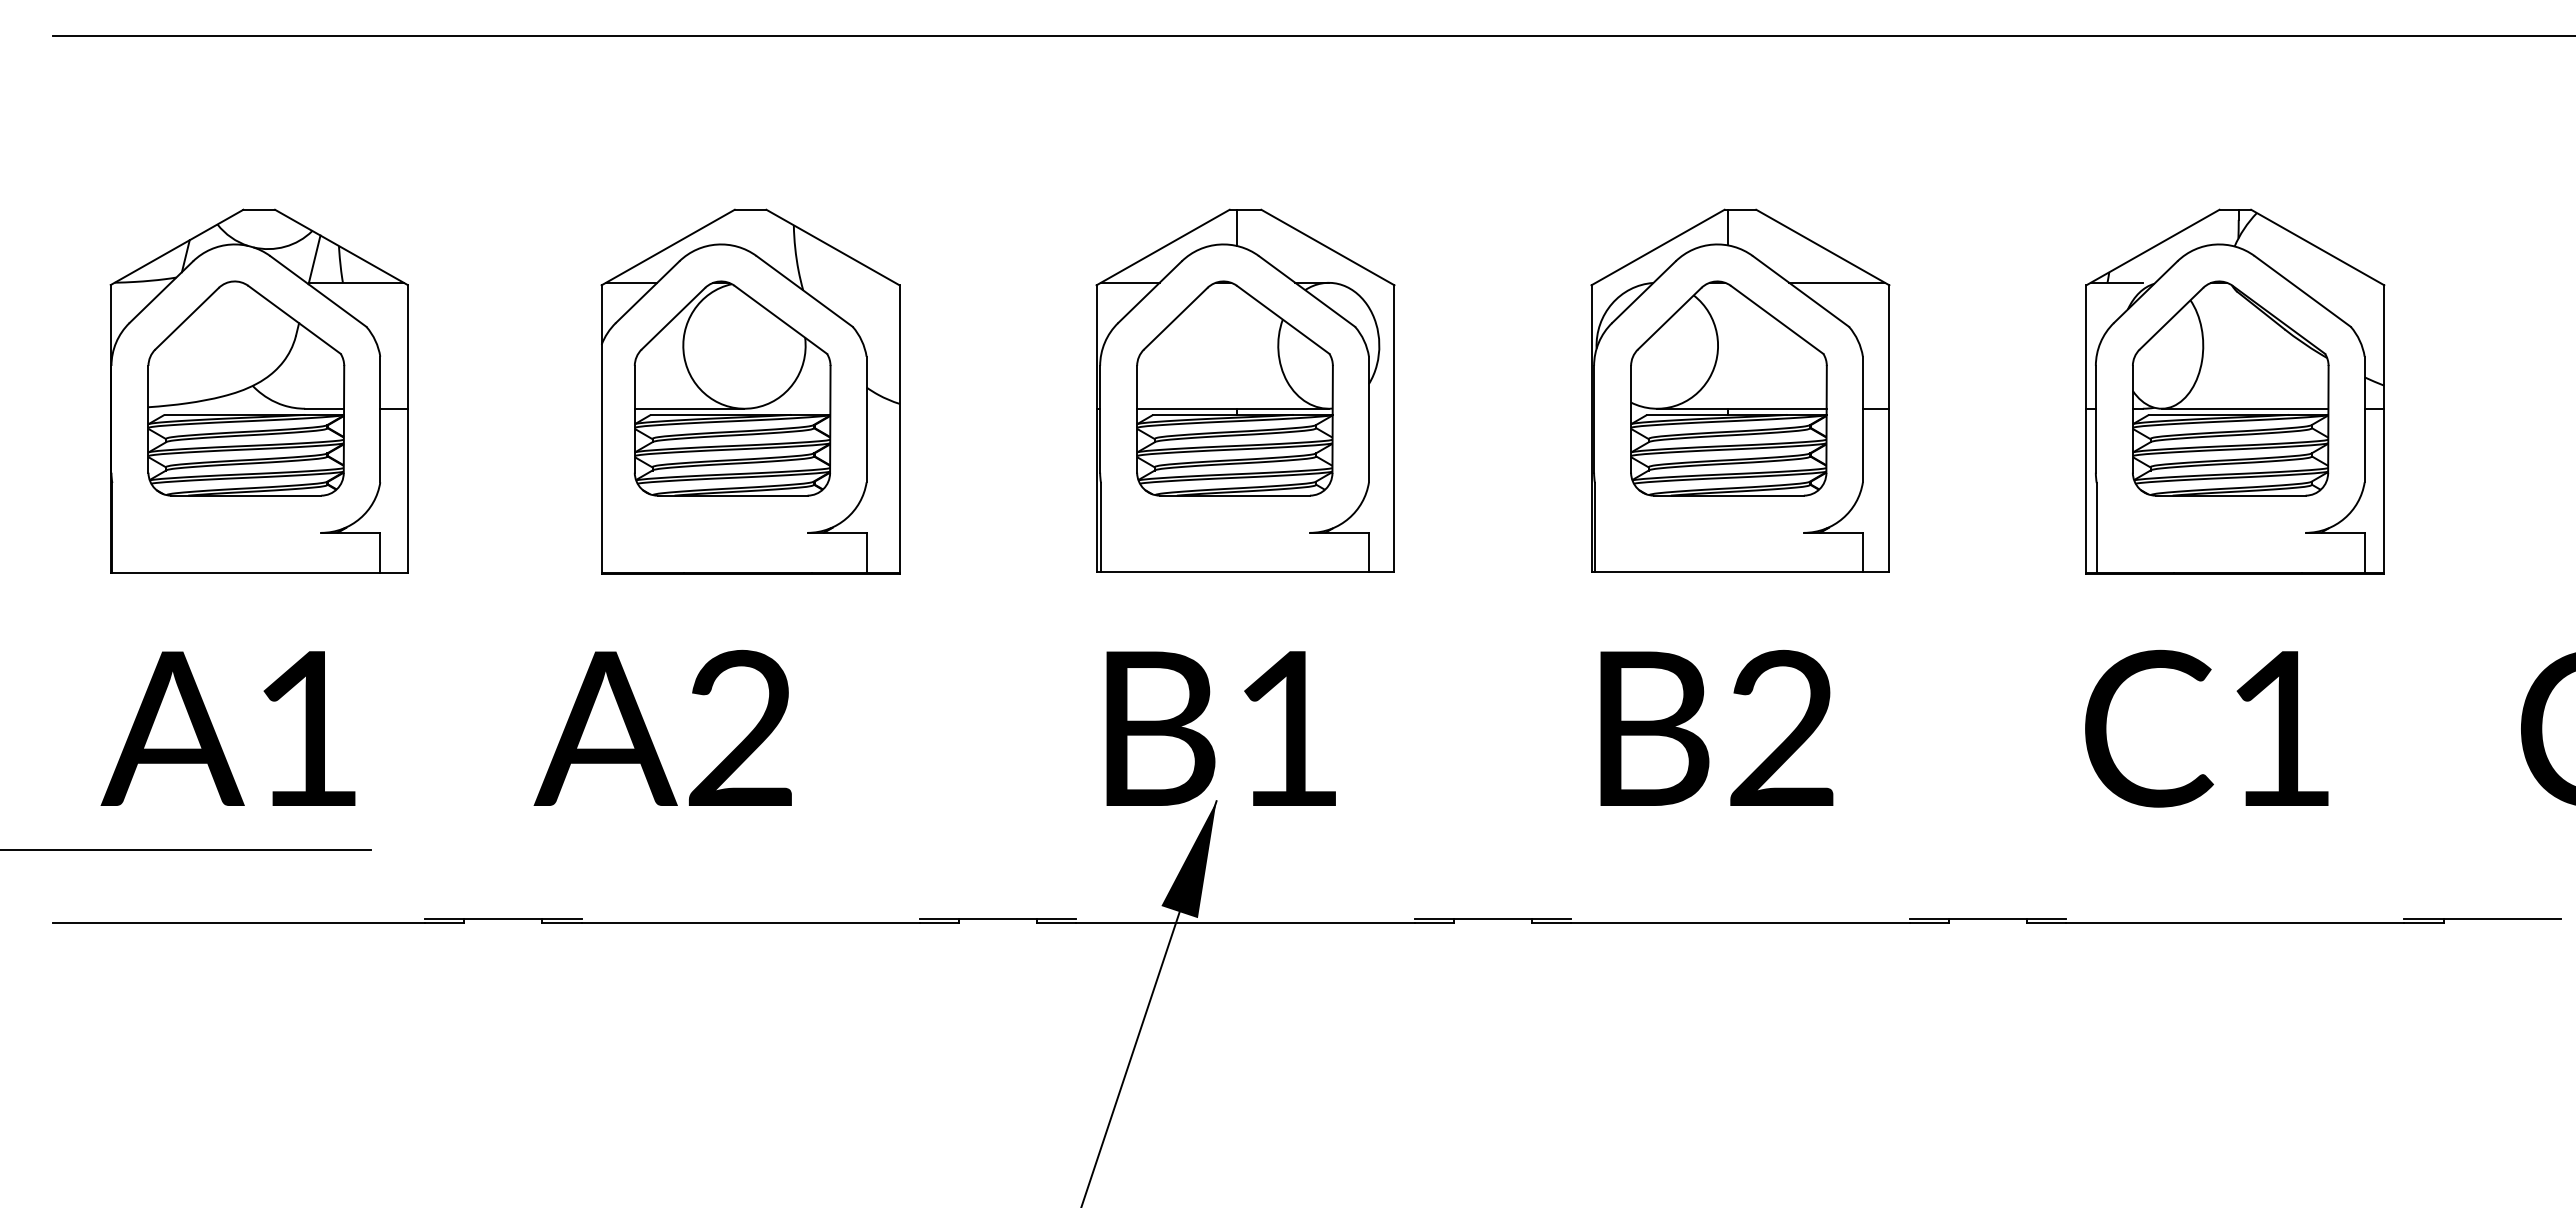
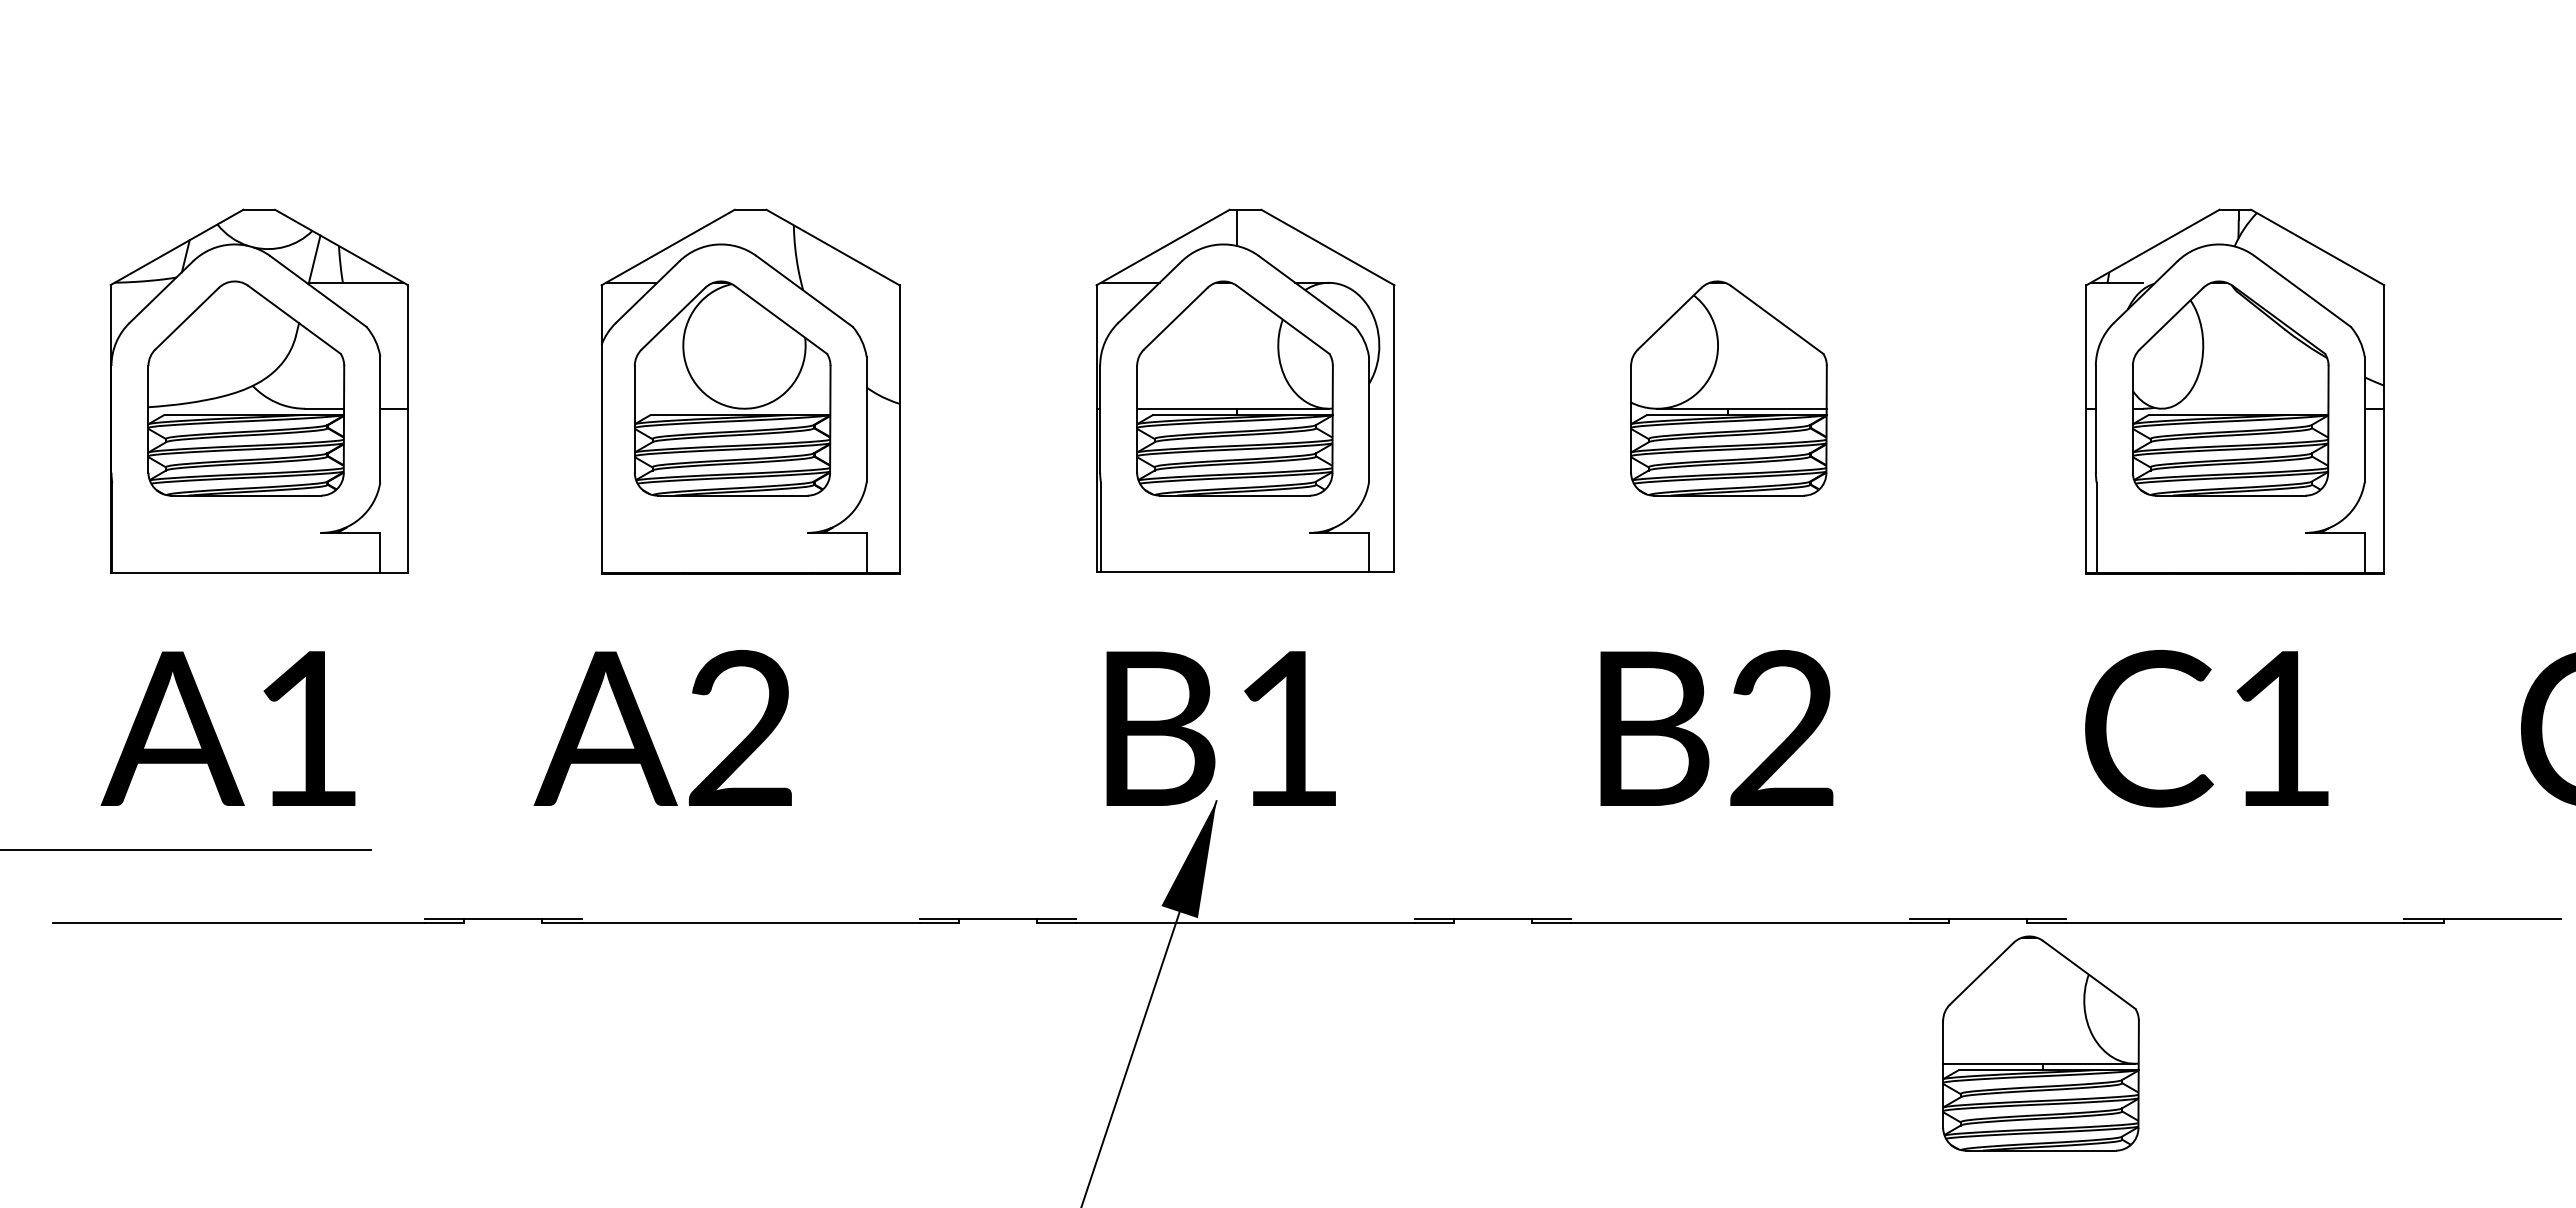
line at (1312, 36): present -> none
part at (1740, 390): present -> none
line at (689, 408): present -> none
line at (2244, 408): present -> none
part at (2040, 1043): none -> present
